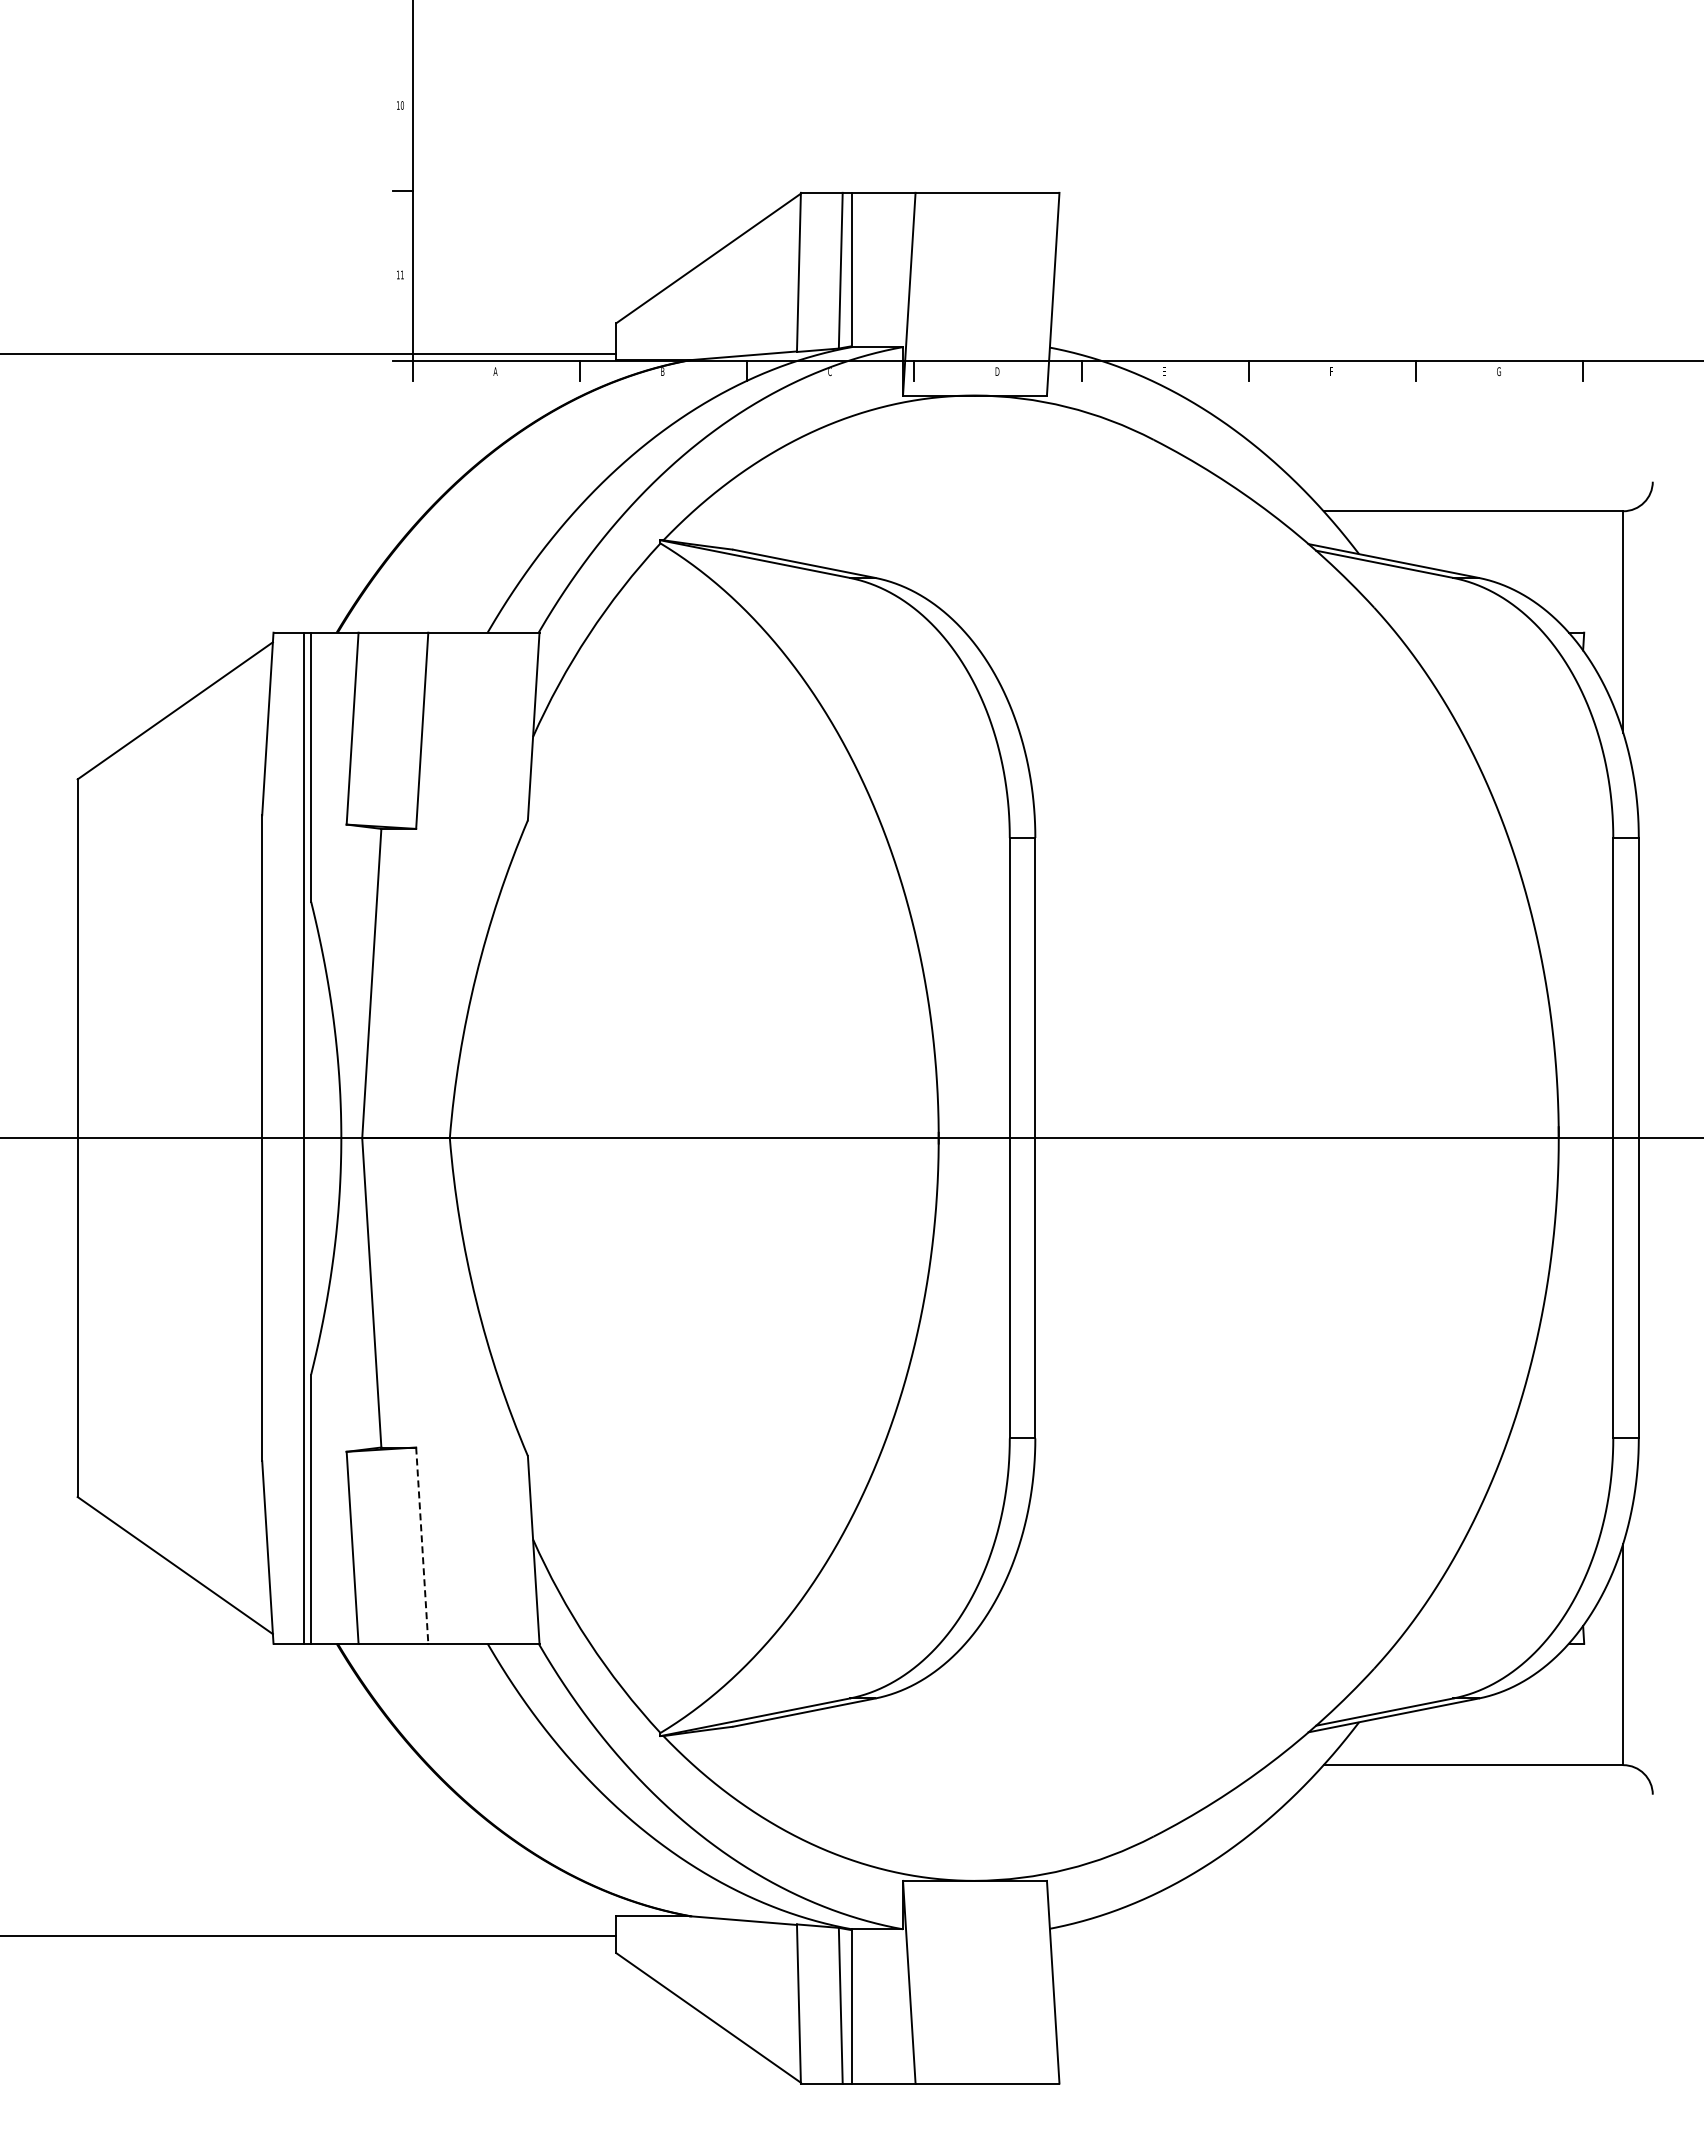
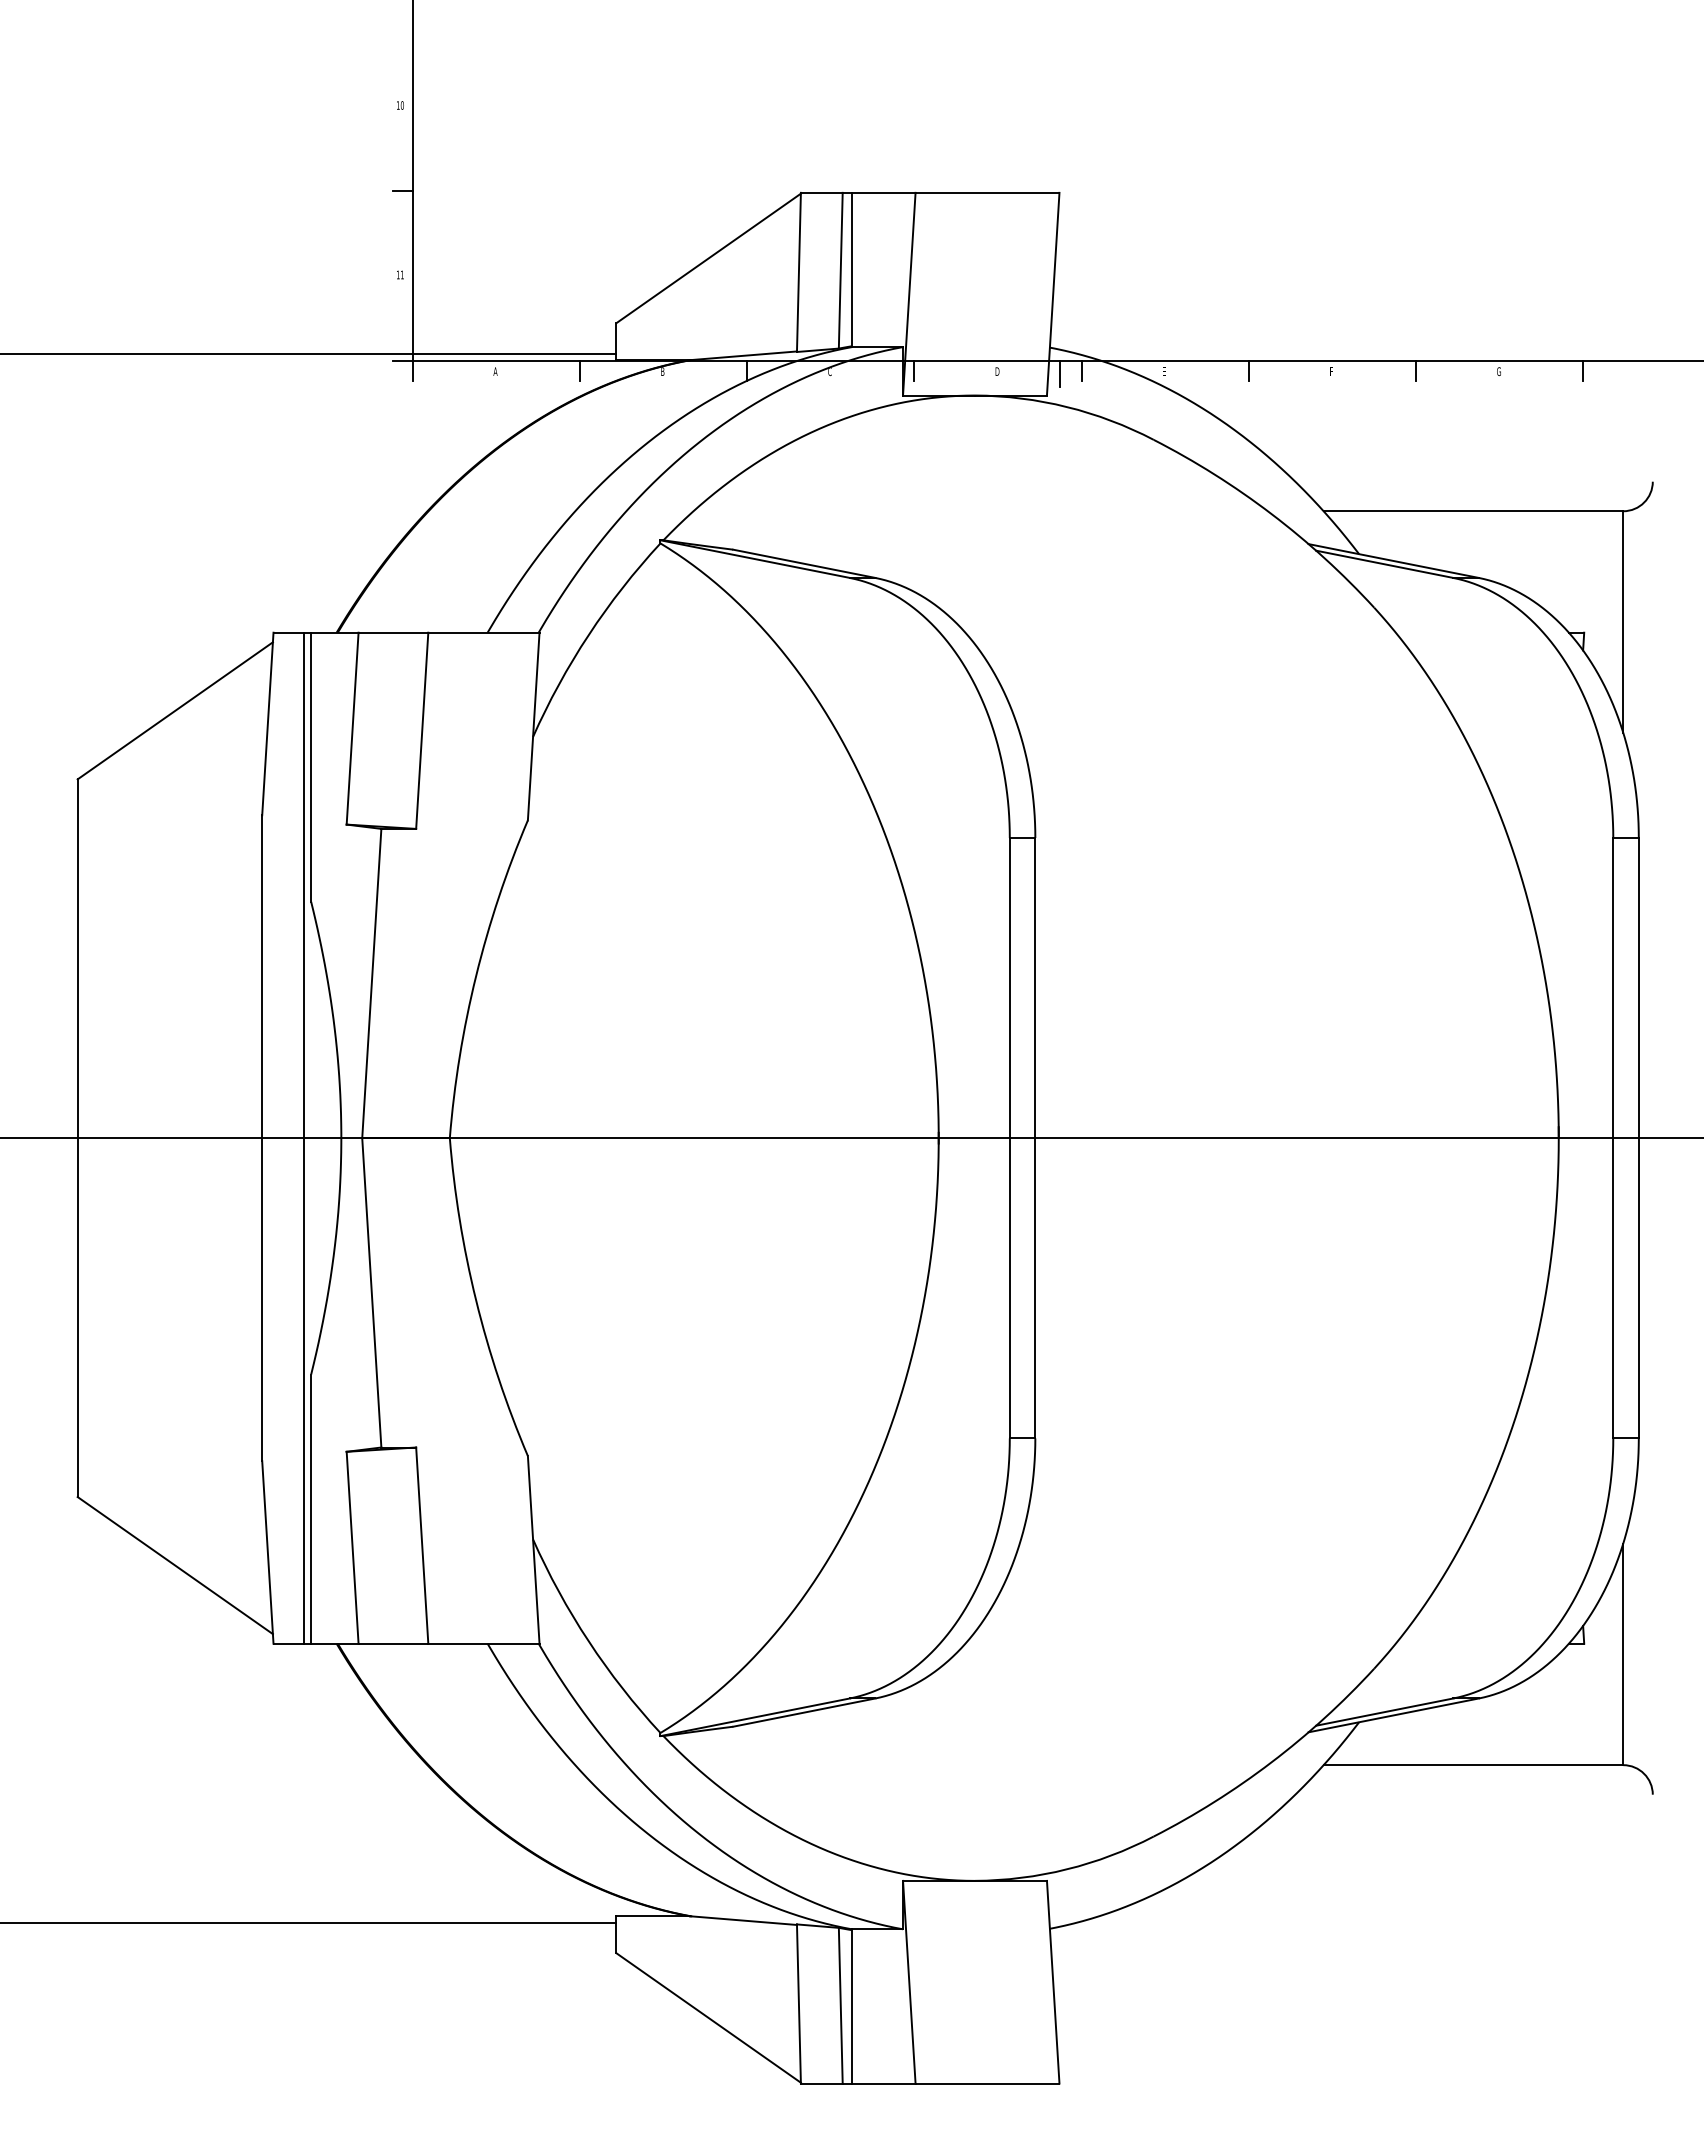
line at (1060, 373): none -> present
line at (422, 1546): dashed -> solid
line at (309, 1935) position: (309, 1935) -> (309, 1922)
